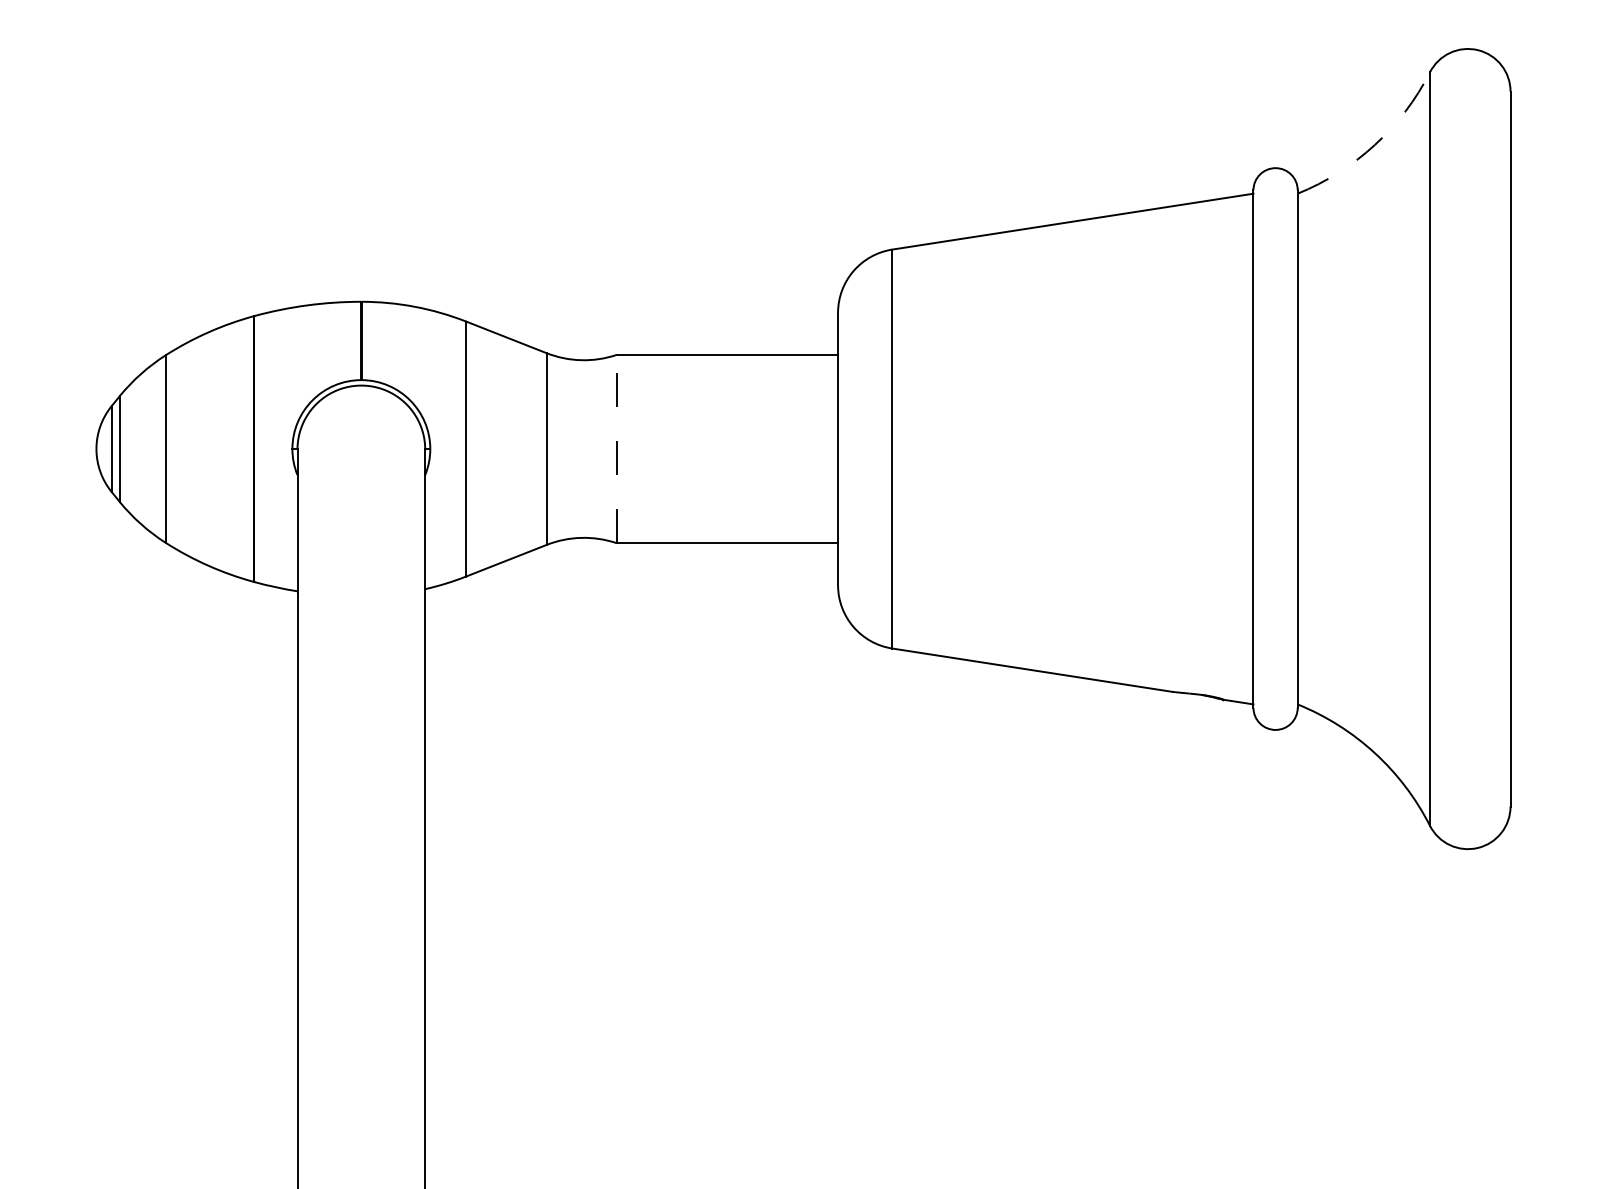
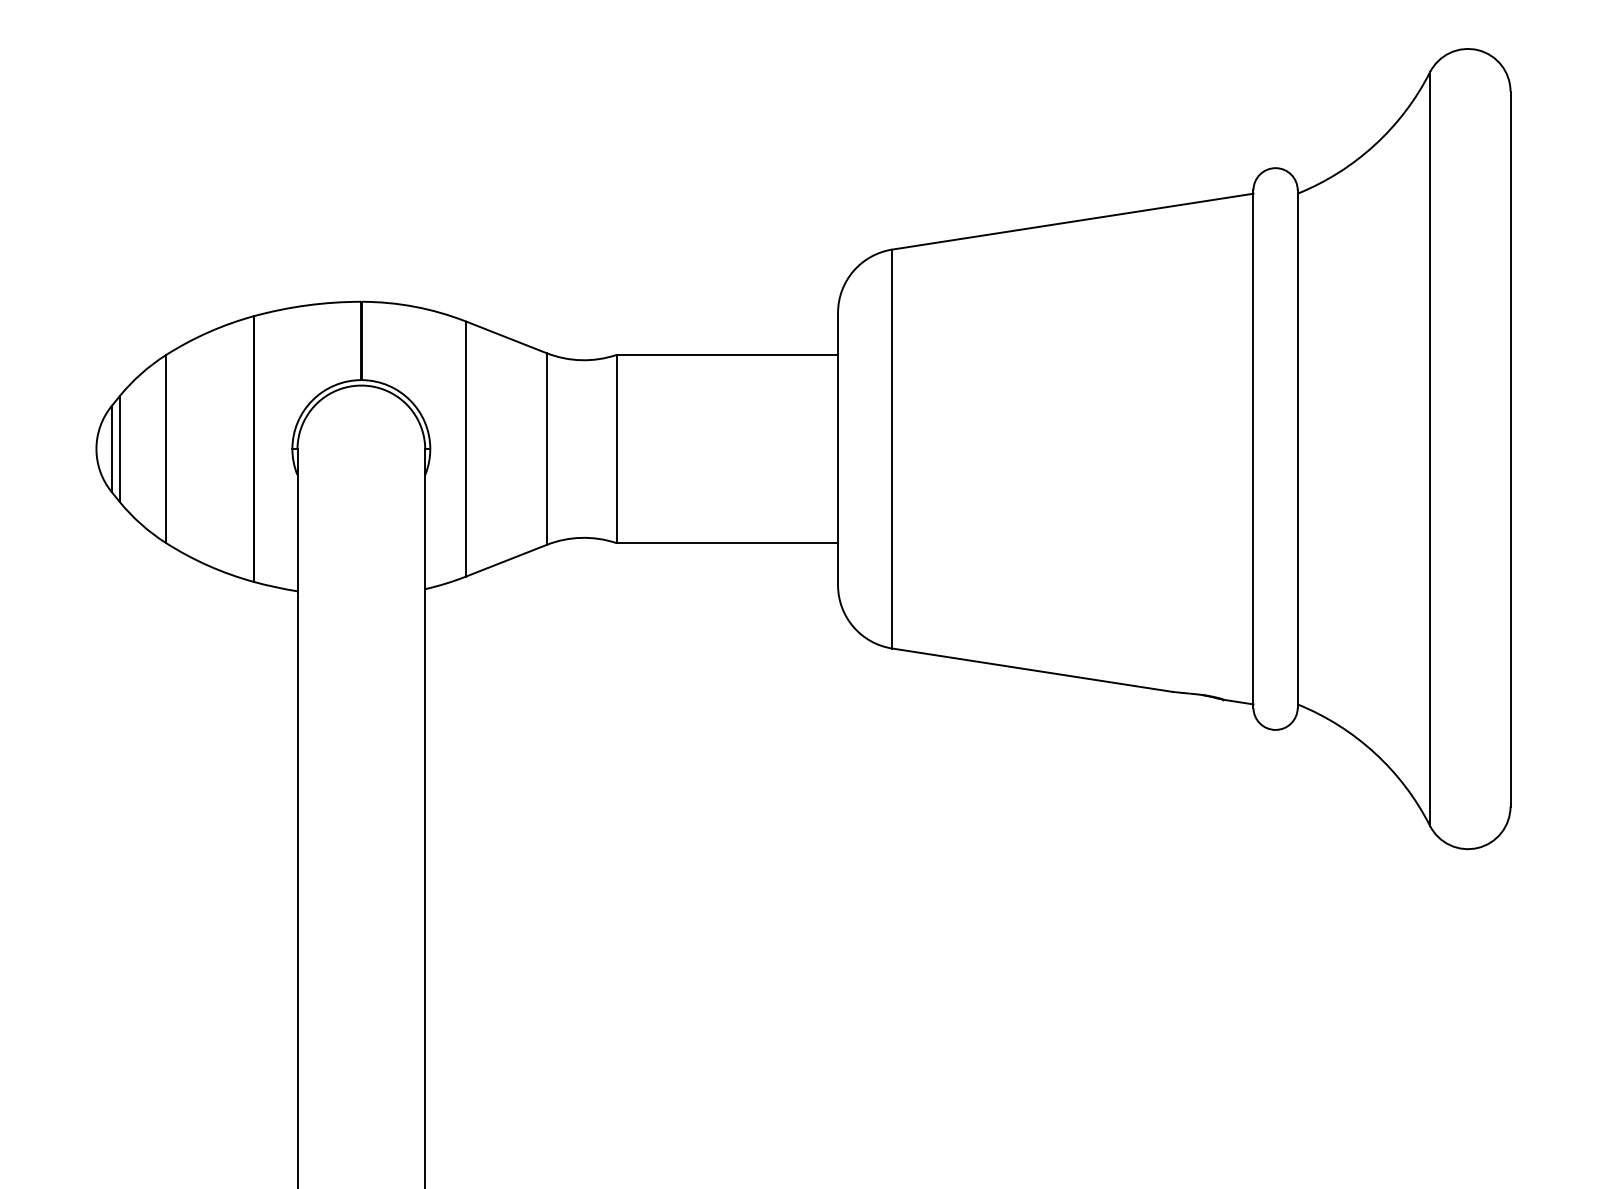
arc at (1374, 145): dashed -> solid
line at (616, 448): dashed -> solid
